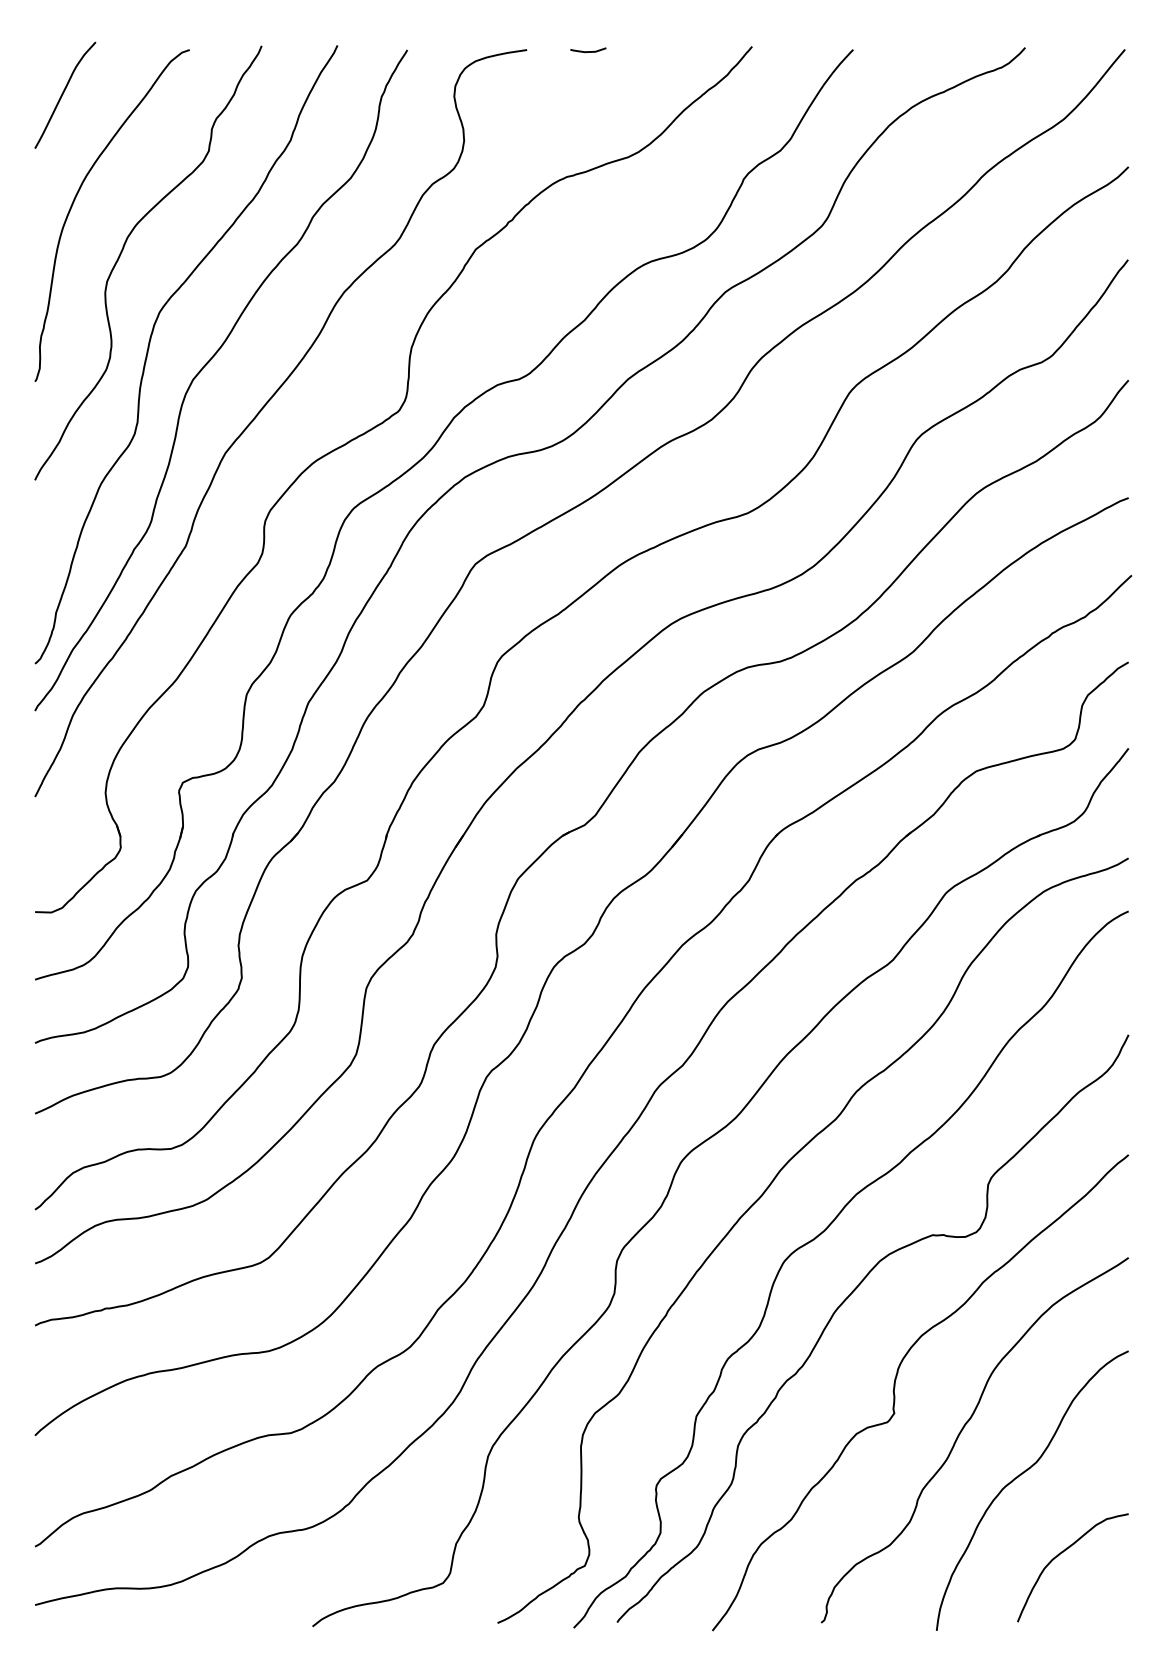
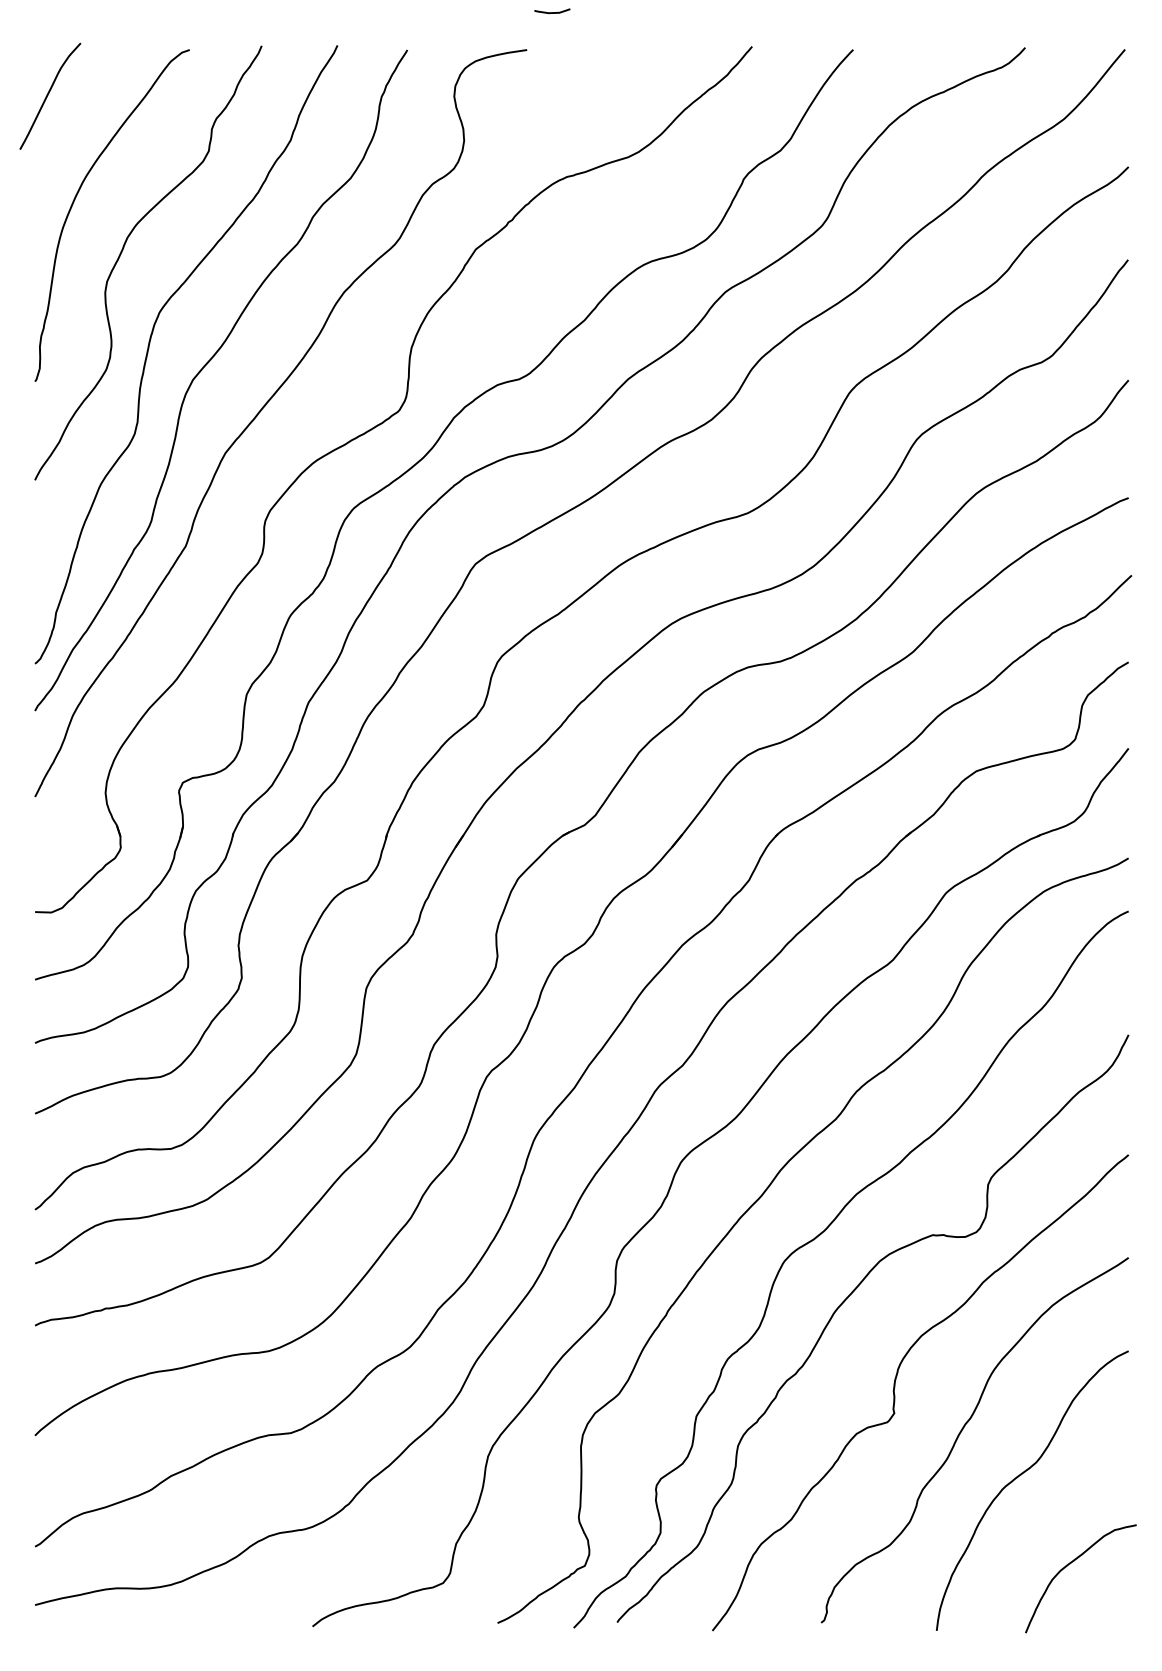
line at (588, 51) position: (588, 51) -> (552, 12)
curve at (63, 94) position: (63, 94) -> (48, 95)
curve at (1062, 1553) position: (1062, 1553) -> (1070, 1564)
